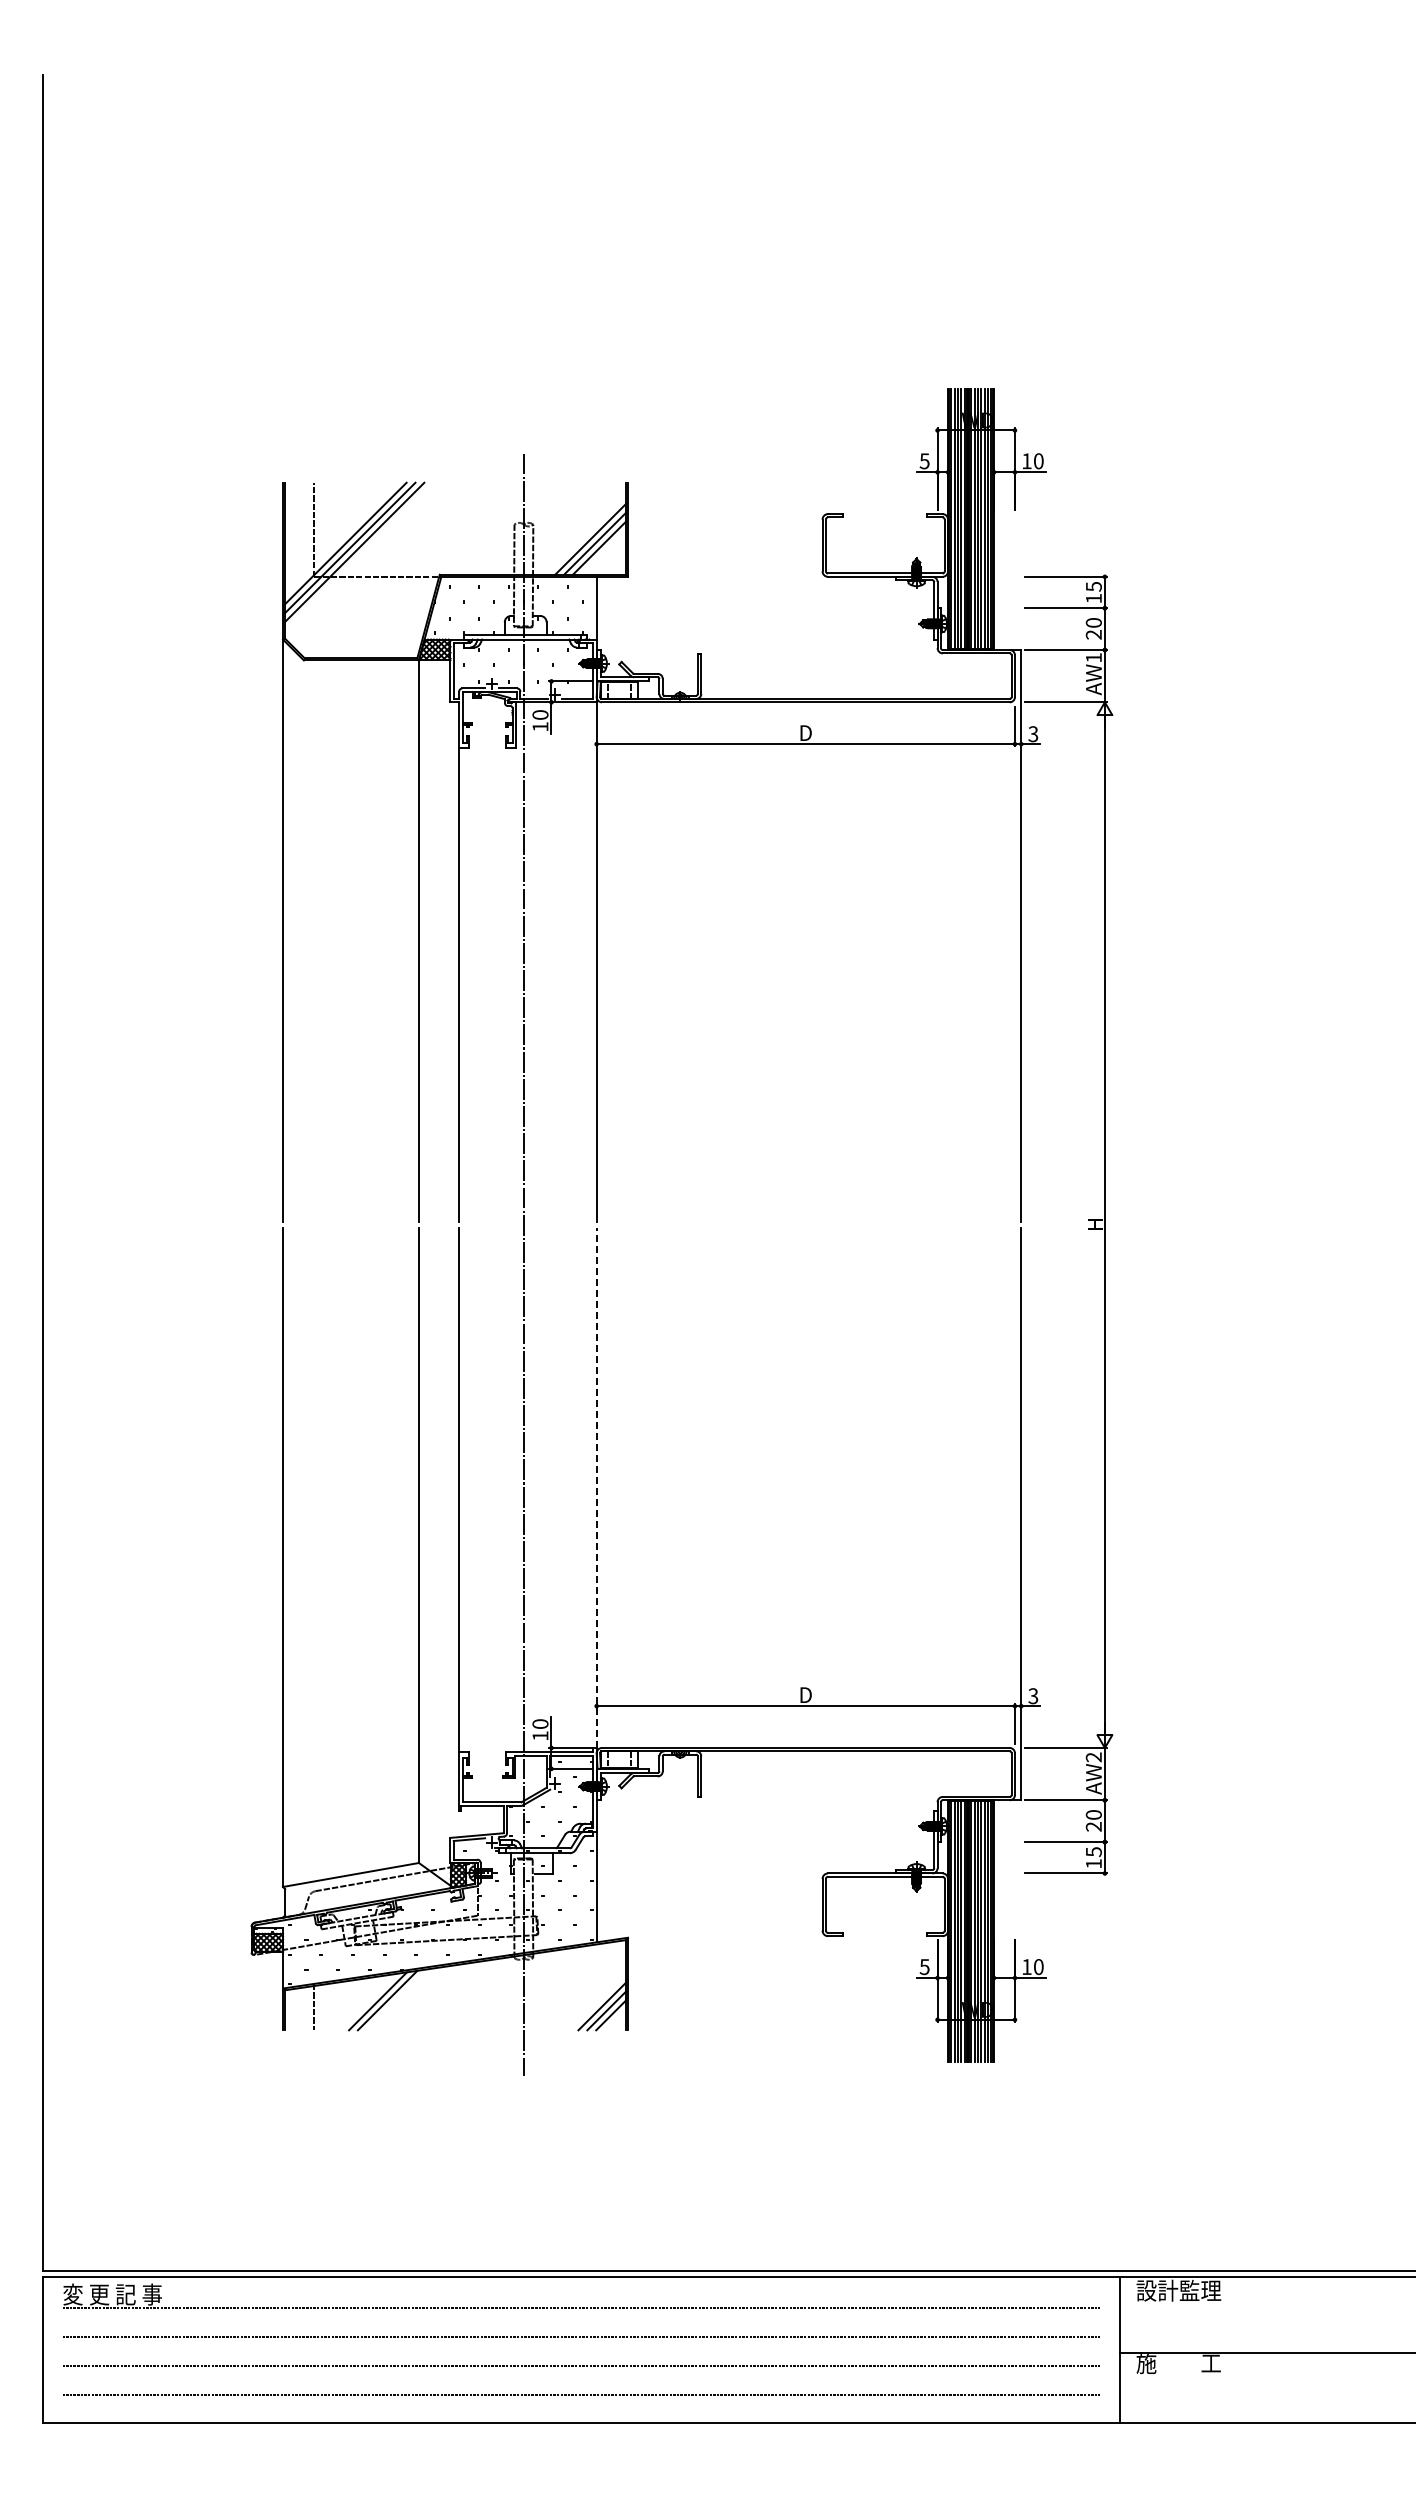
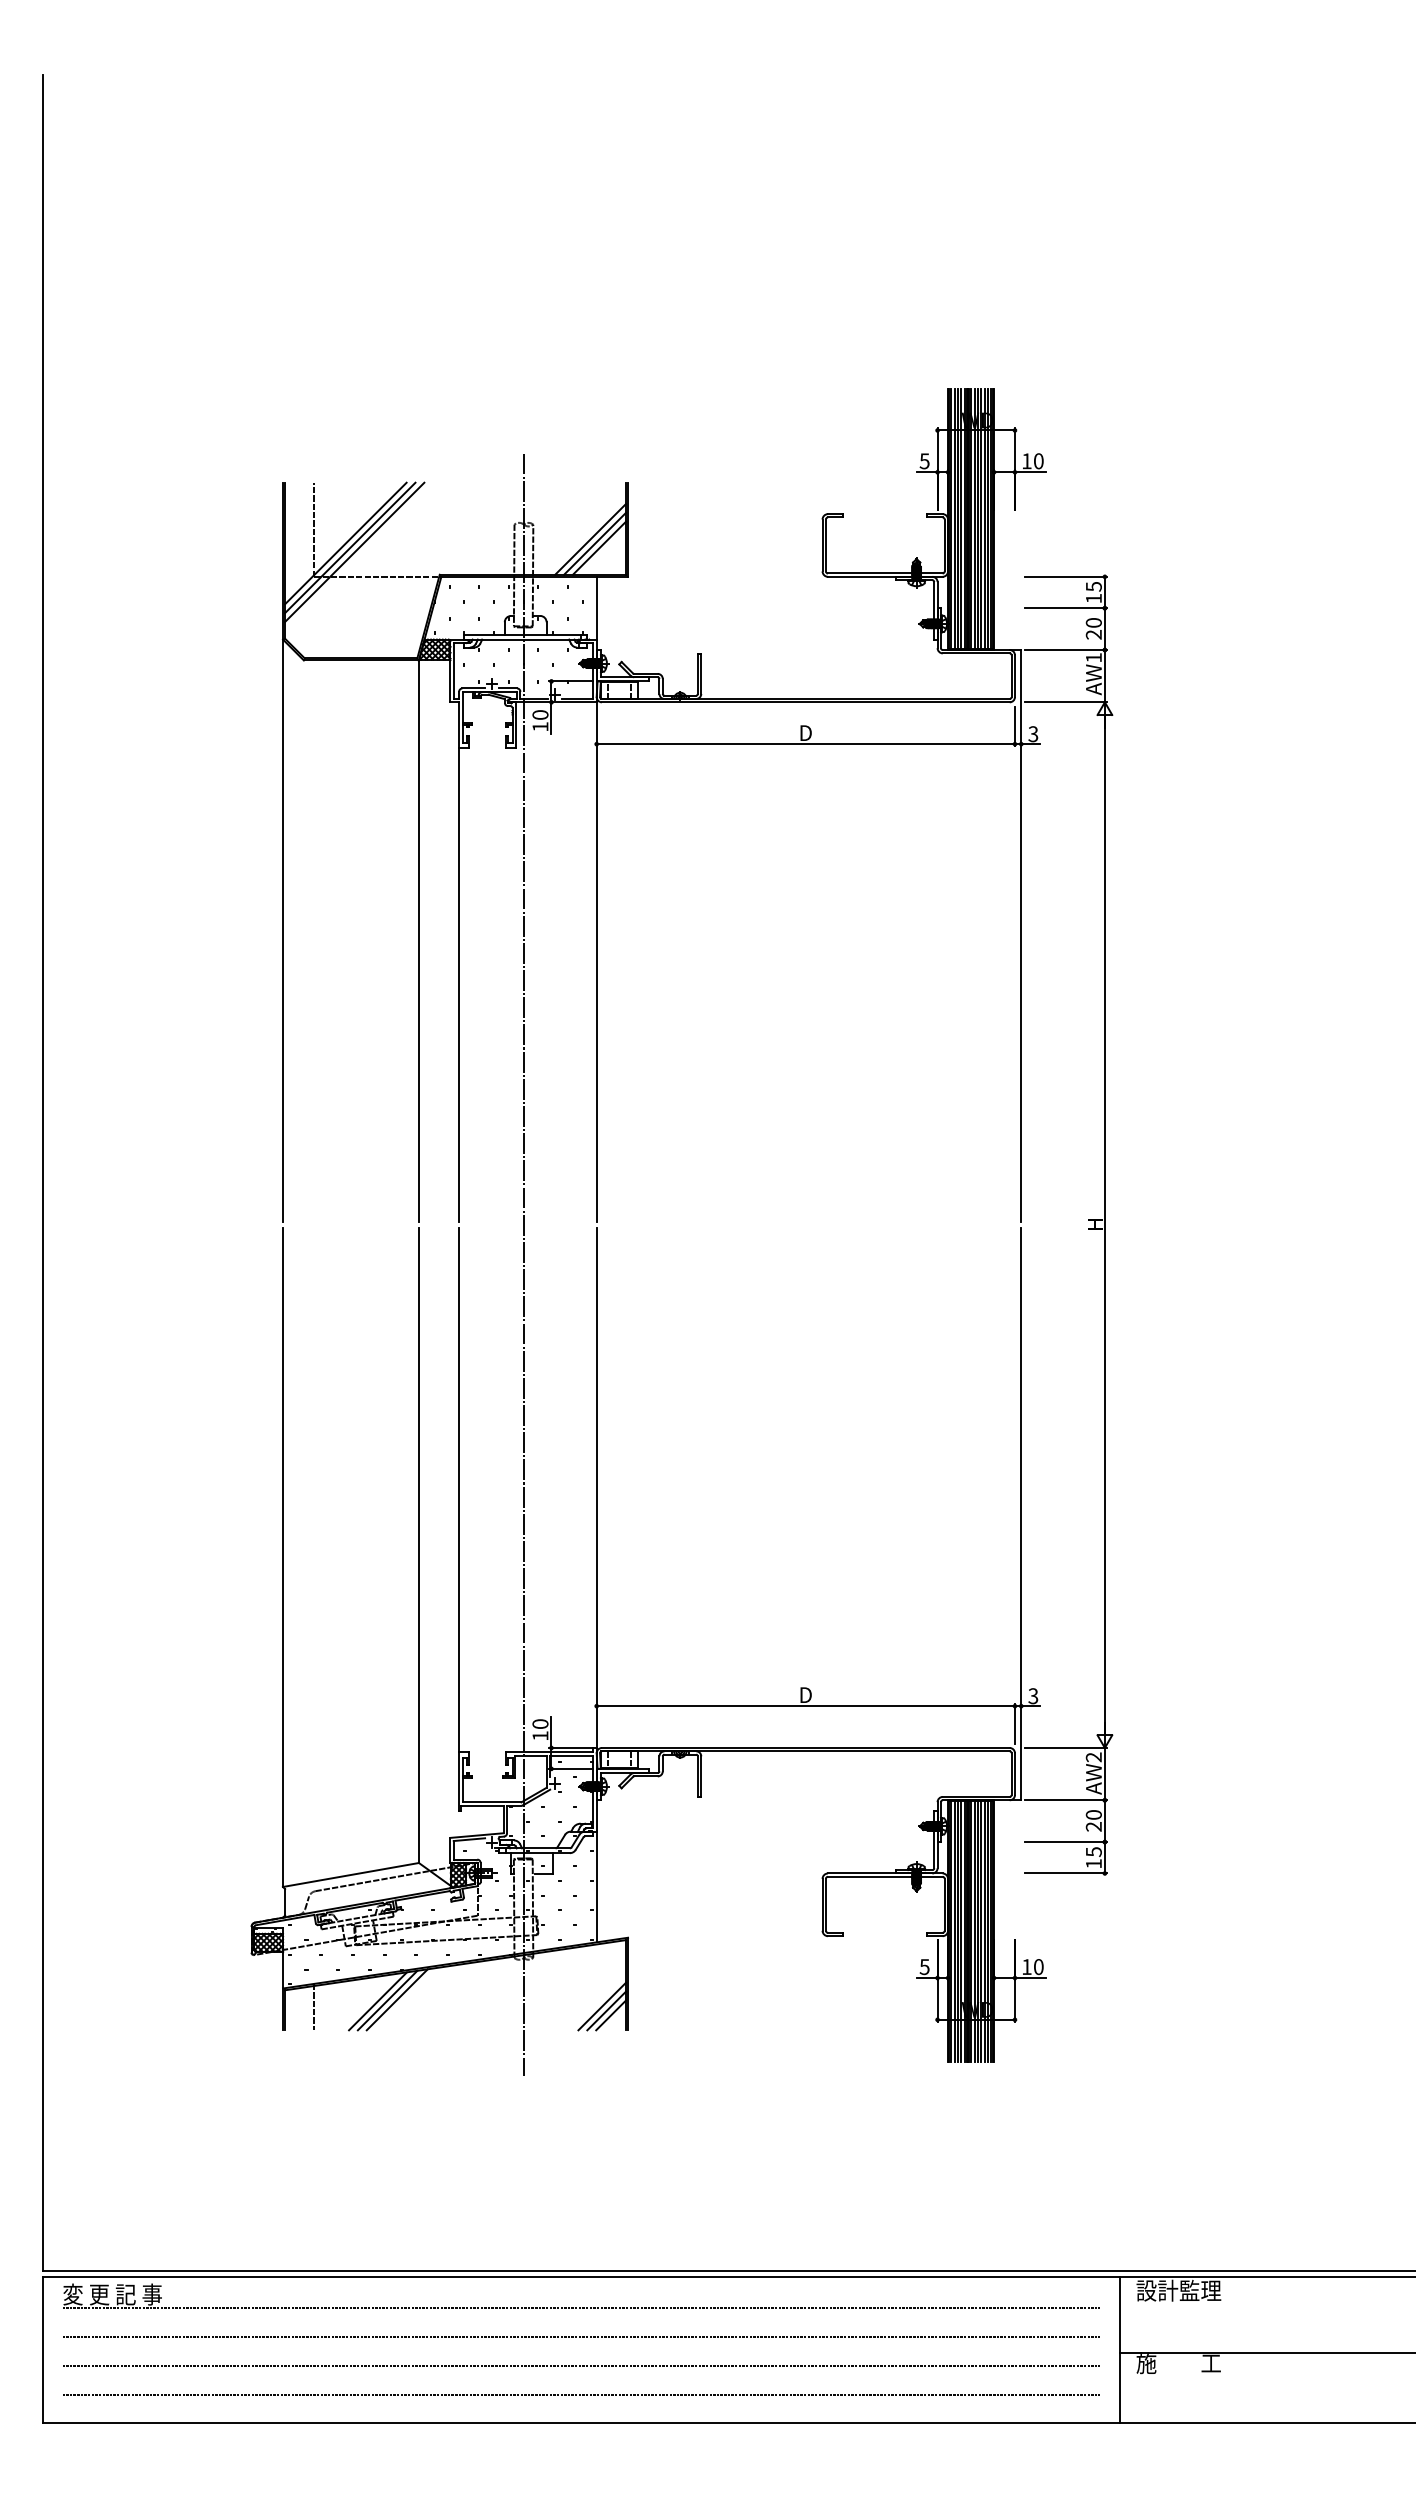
line at (596, 1488): dashed -> solid
line at (396, 1999): none -> present
